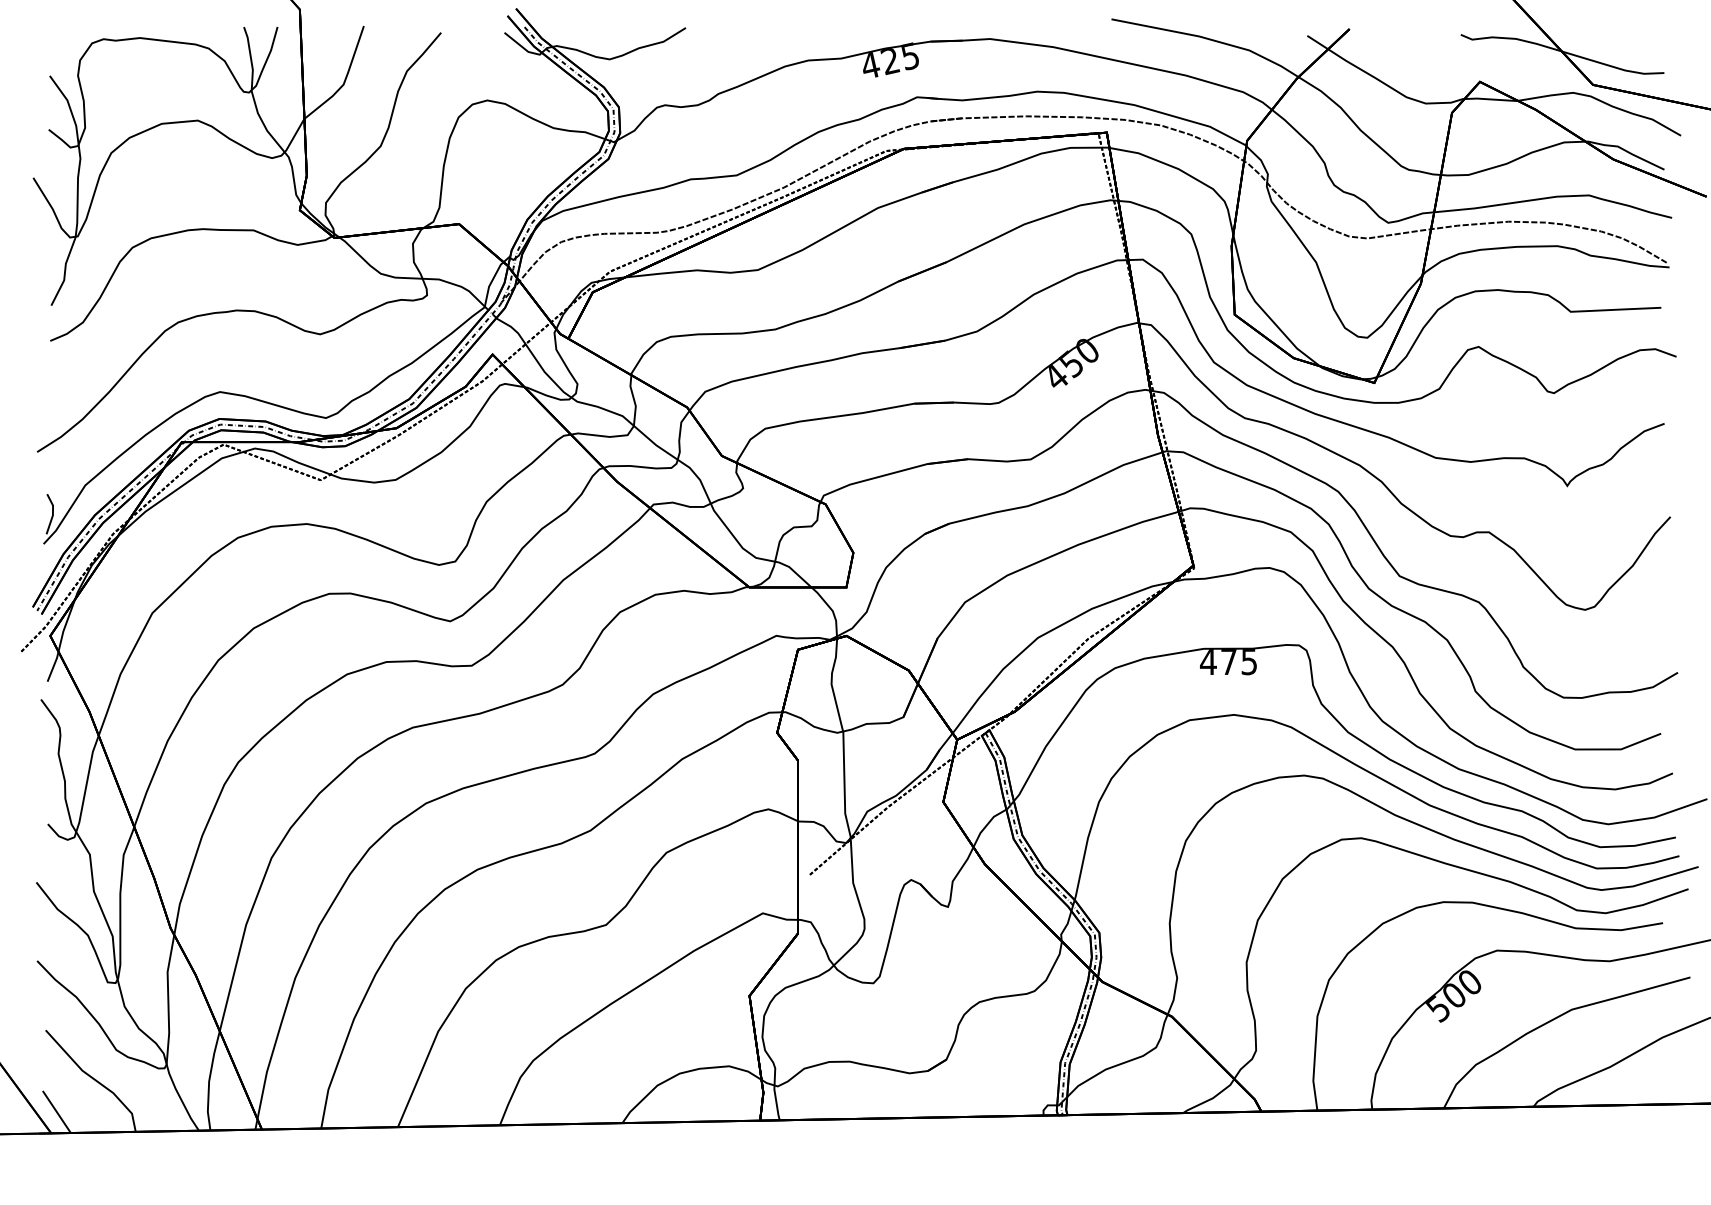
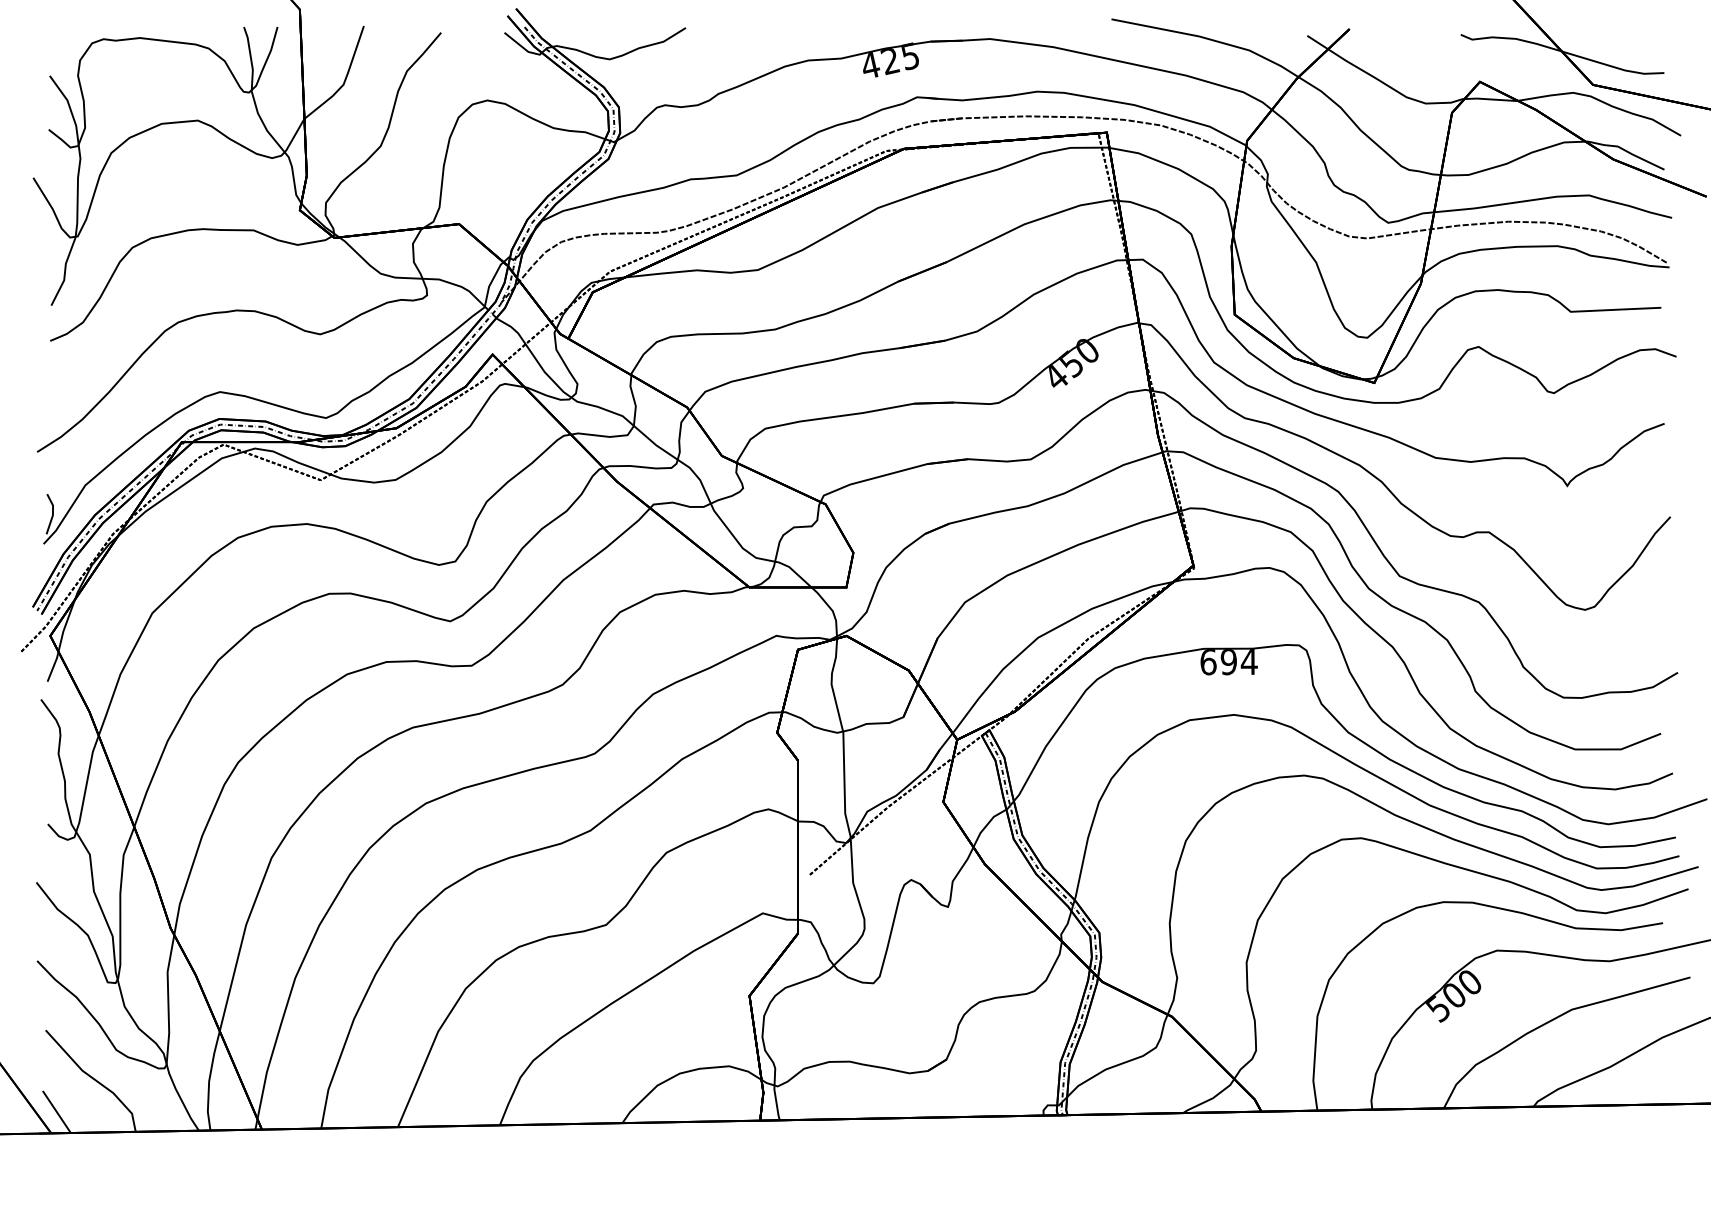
text at (1228, 662): 475 -> 694
